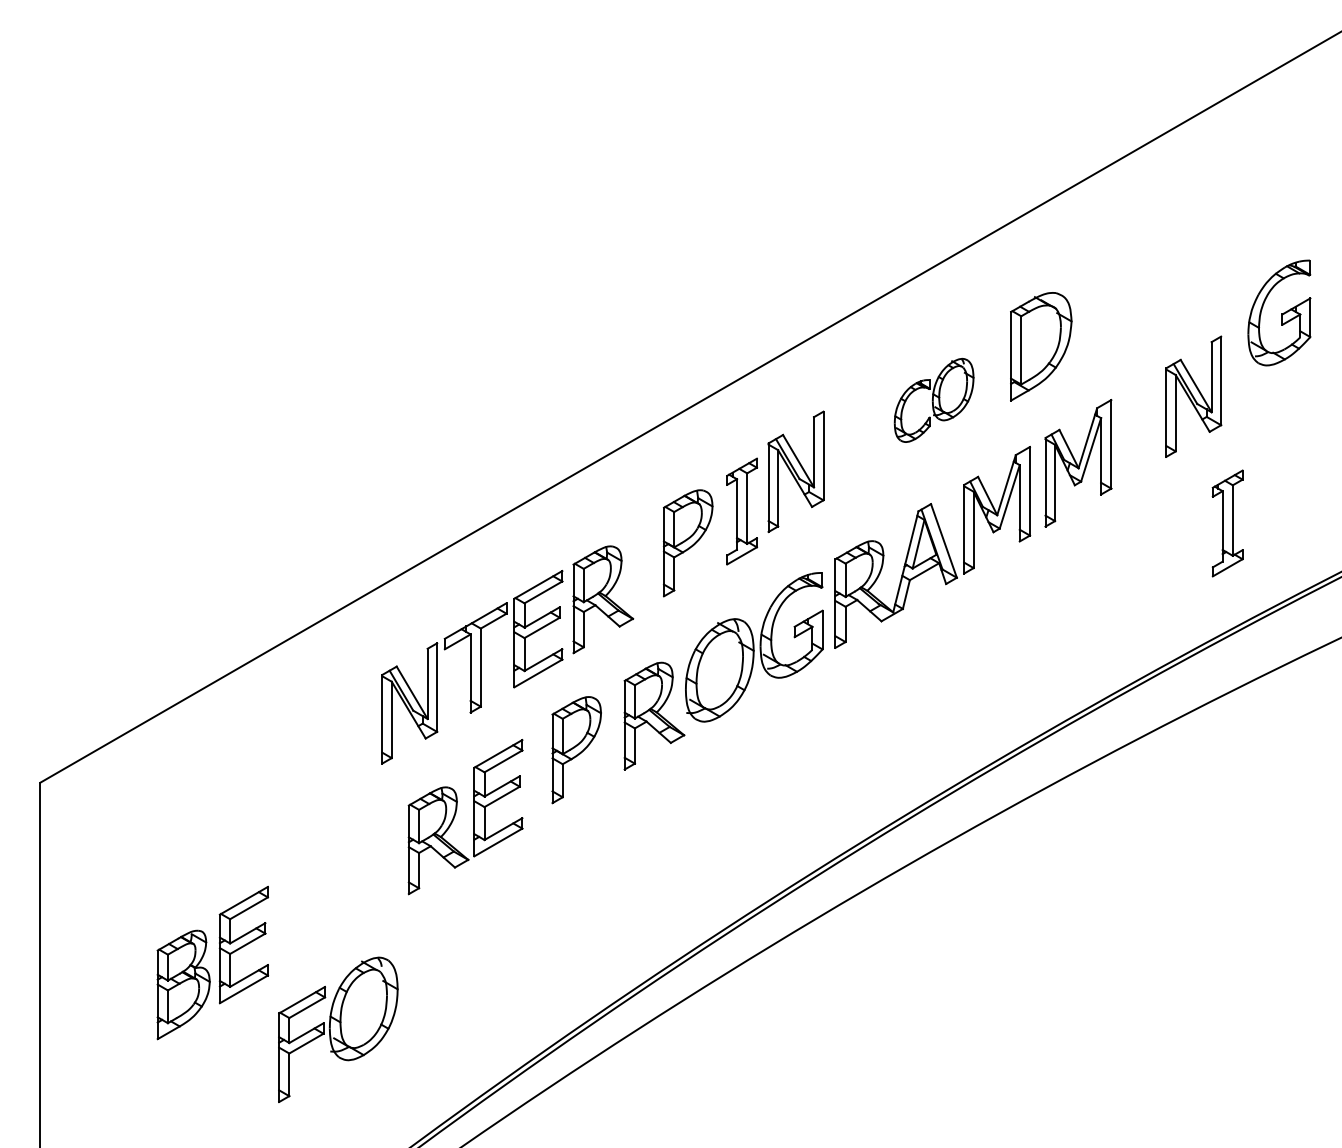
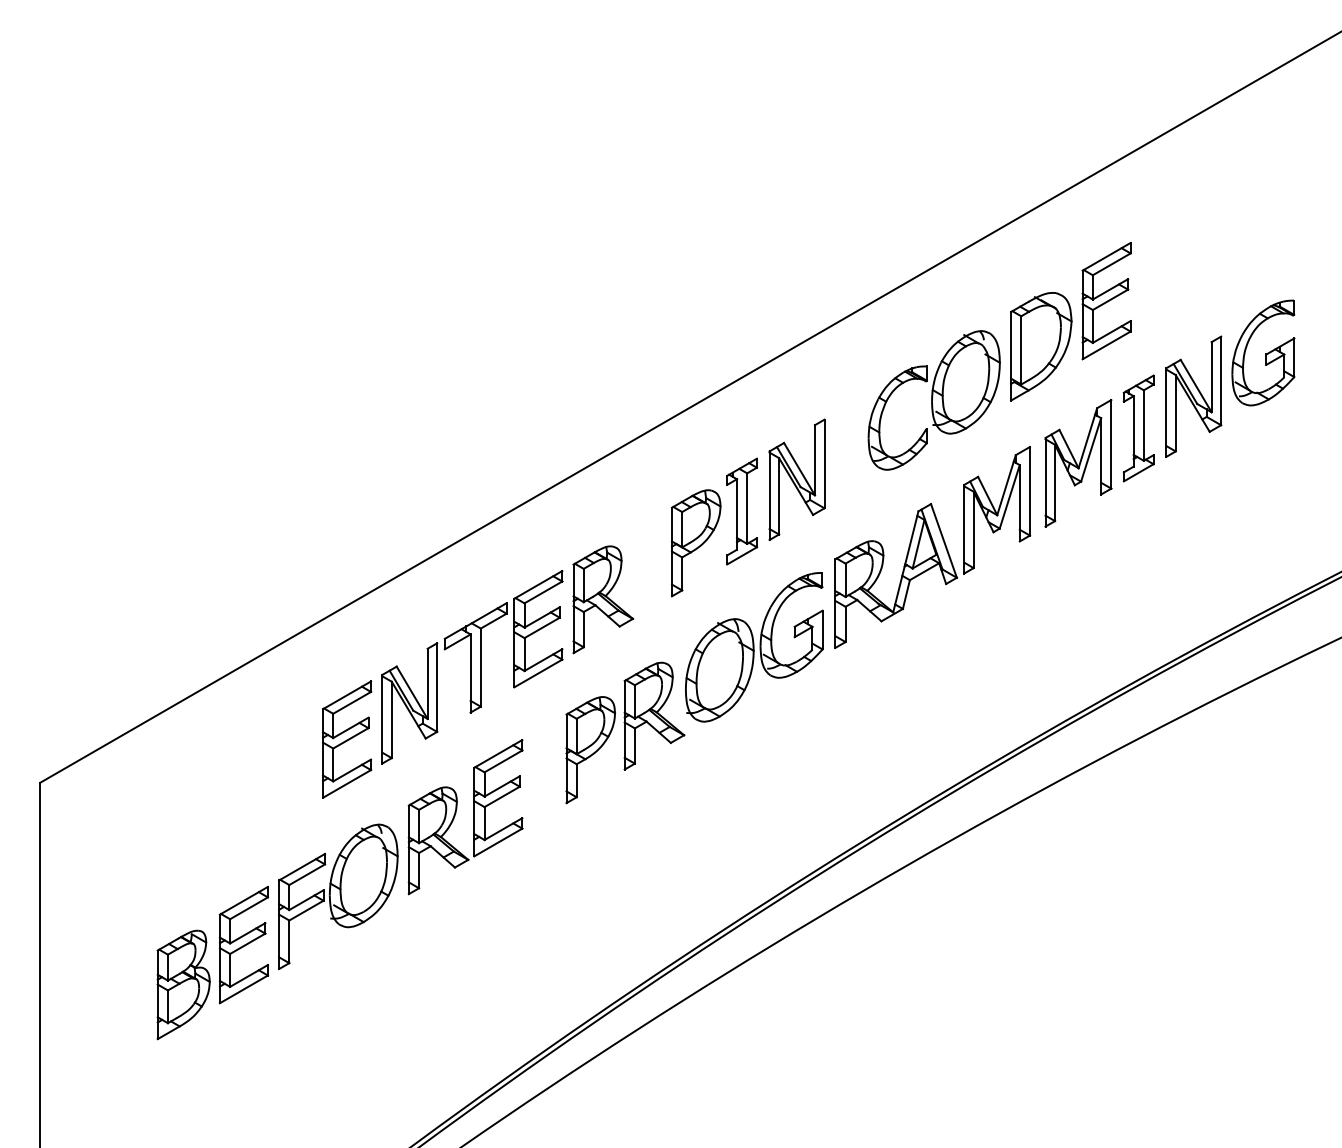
part at (1106, 301): none -> present
part at (1279, 312) position: (1279, 312) -> (1263, 352)
part at (933, 399) size: 82x86 px -> 134x141 px
part at (795, 471) position: (795, 471) -> (796, 479)
part at (1227, 523) position: (1227, 523) -> (1138, 428)
part at (688, 543) position: (688, 543) -> (696, 543)
part at (347, 739): none -> present
part at (576, 750) position: (576, 750) -> (590, 750)
part at (338, 1029) position: (338, 1029) -> (338, 896)
